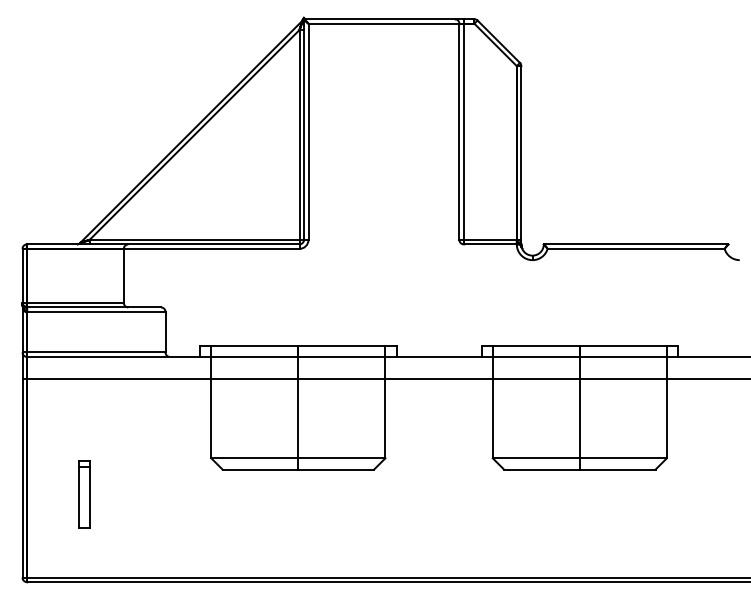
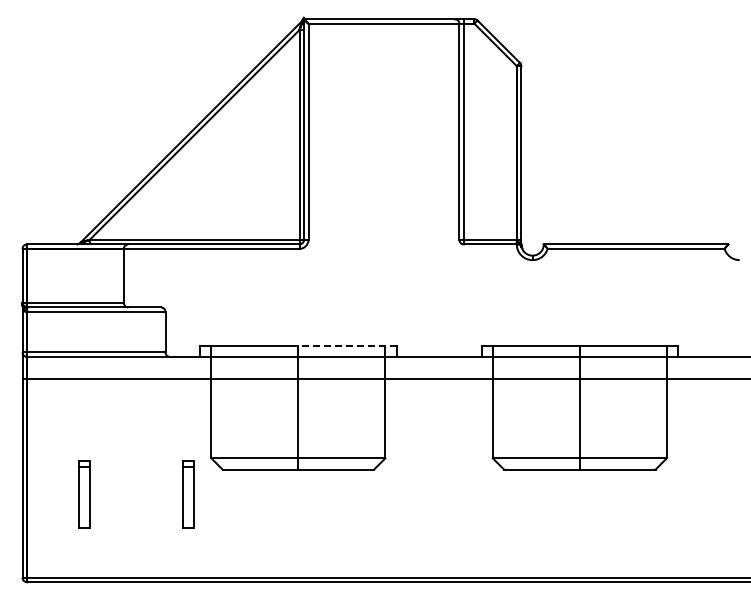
line at (347, 345): solid -> dashed
part at (188, 494): none -> present
